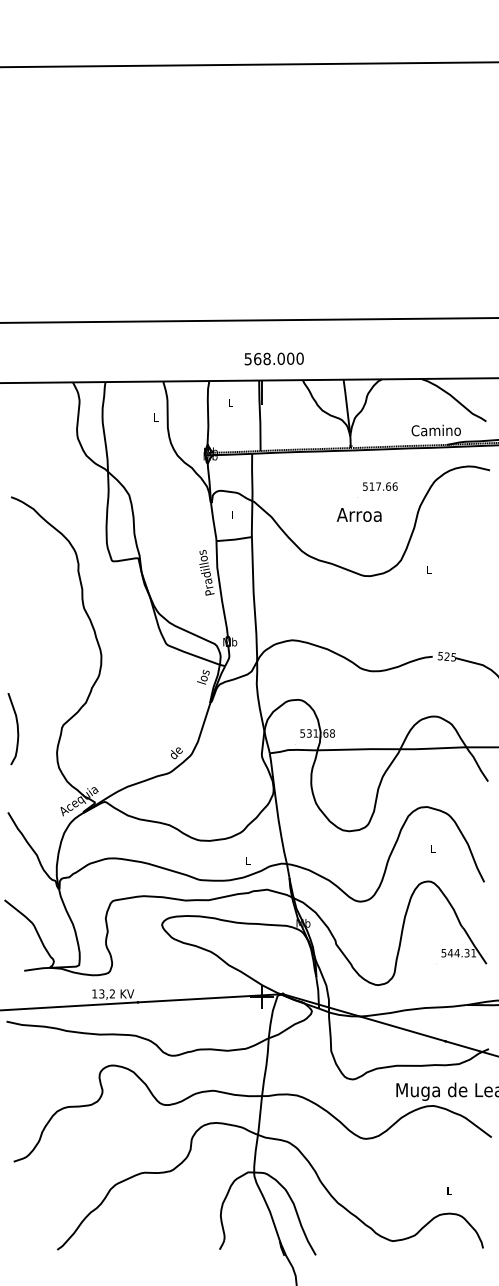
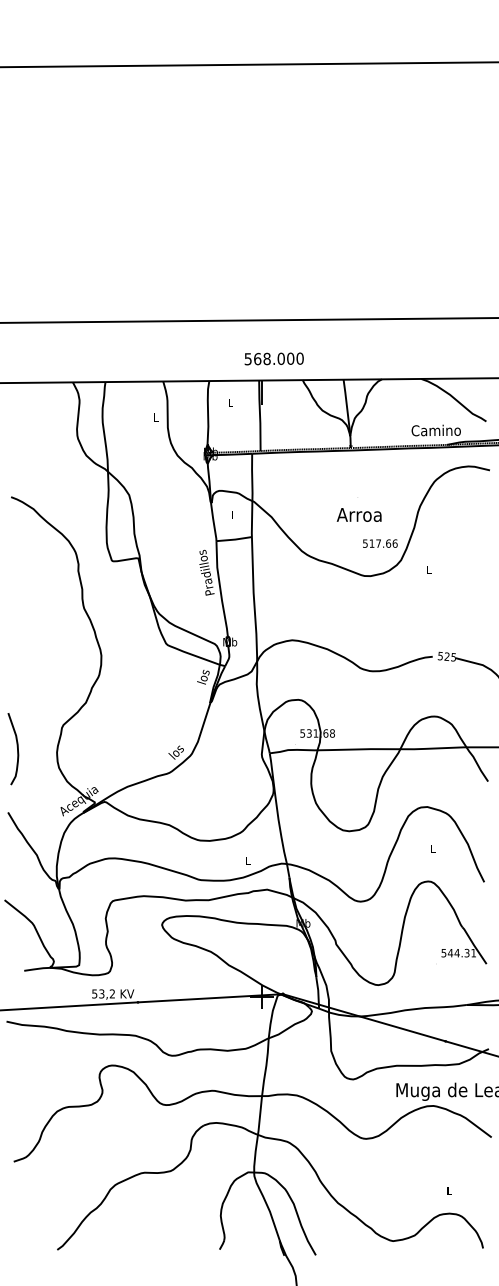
text at (380, 486) position: (380, 486) -> (380, 543)
curve at (17, 729) position: (17, 729) -> (17, 749)
text at (175, 752): de -> los
text at (94, 993): 13,2 -> 53,2
